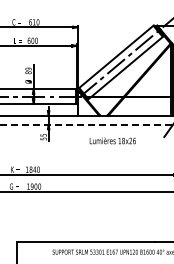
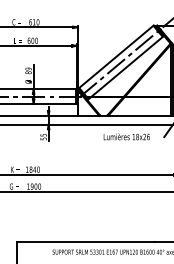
line at (86, 124): dashed -> solid
text at (112, 140) position: (112, 140) -> (126, 136)
